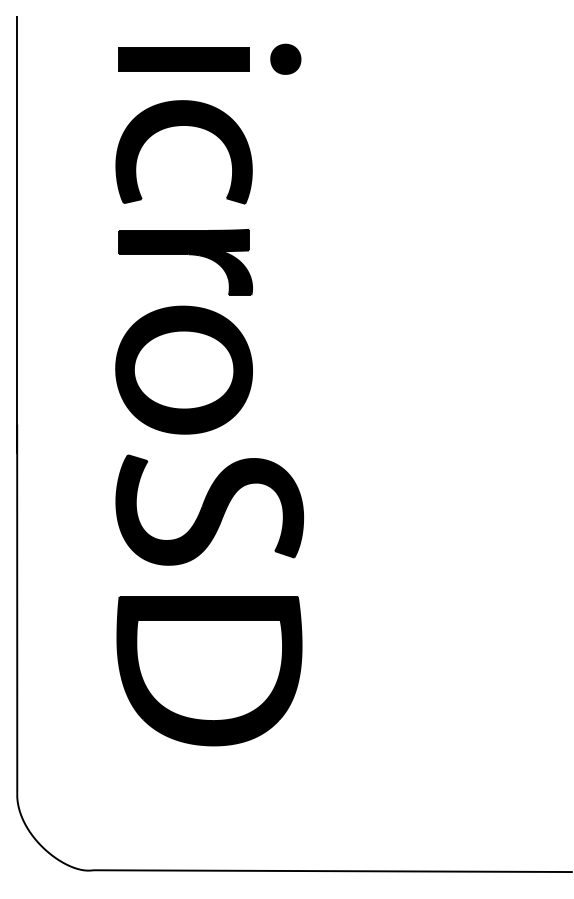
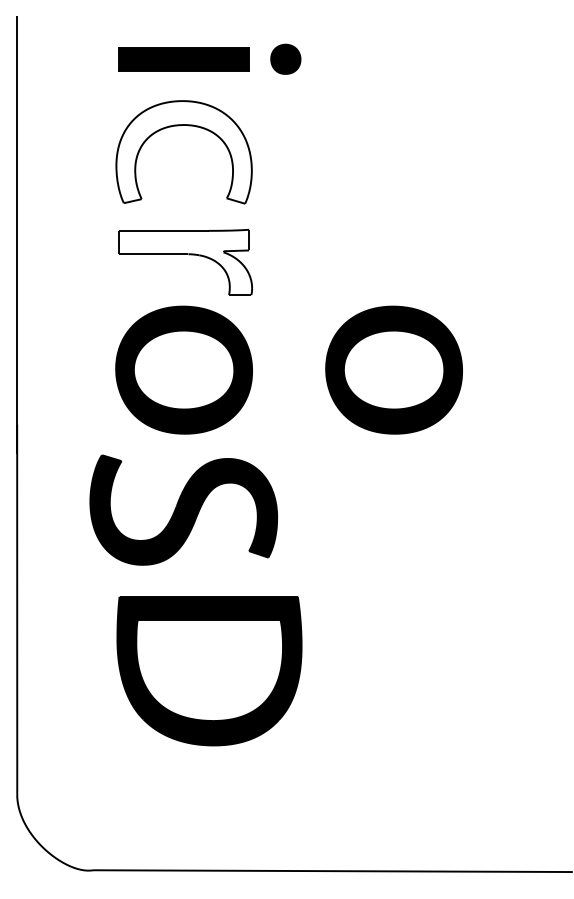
fill at (183, 152): present -> none
fill at (185, 262): present -> none
part at (393, 369): none -> present
part at (209, 509) position: (209, 509) -> (183, 509)
